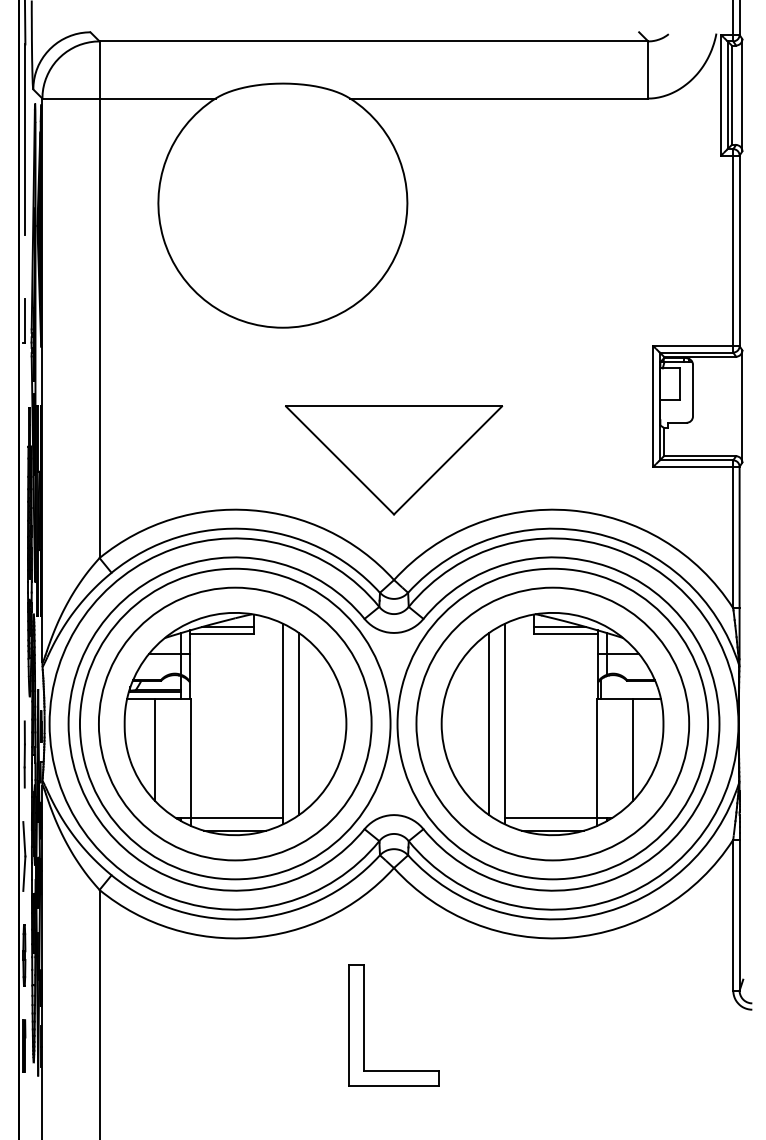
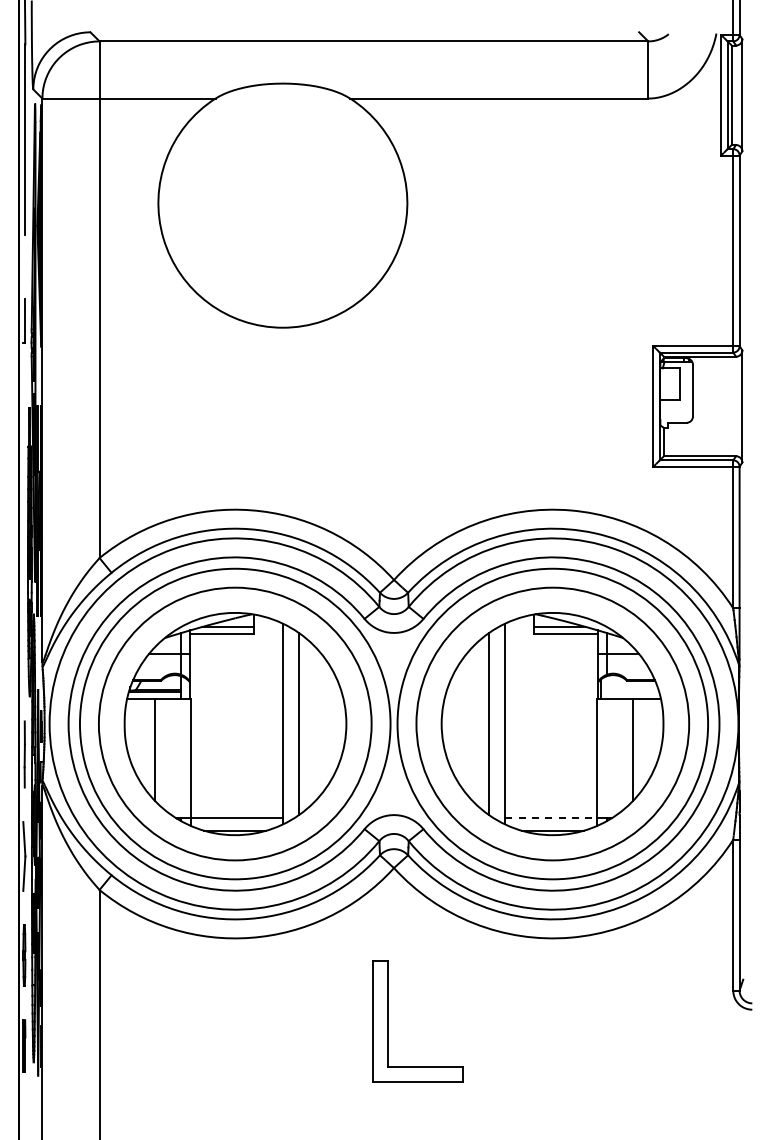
part at (394, 460): present -> none
line at (551, 818): solid -> dashed
part at (364, 1025) position: (364, 1025) -> (388, 1021)
